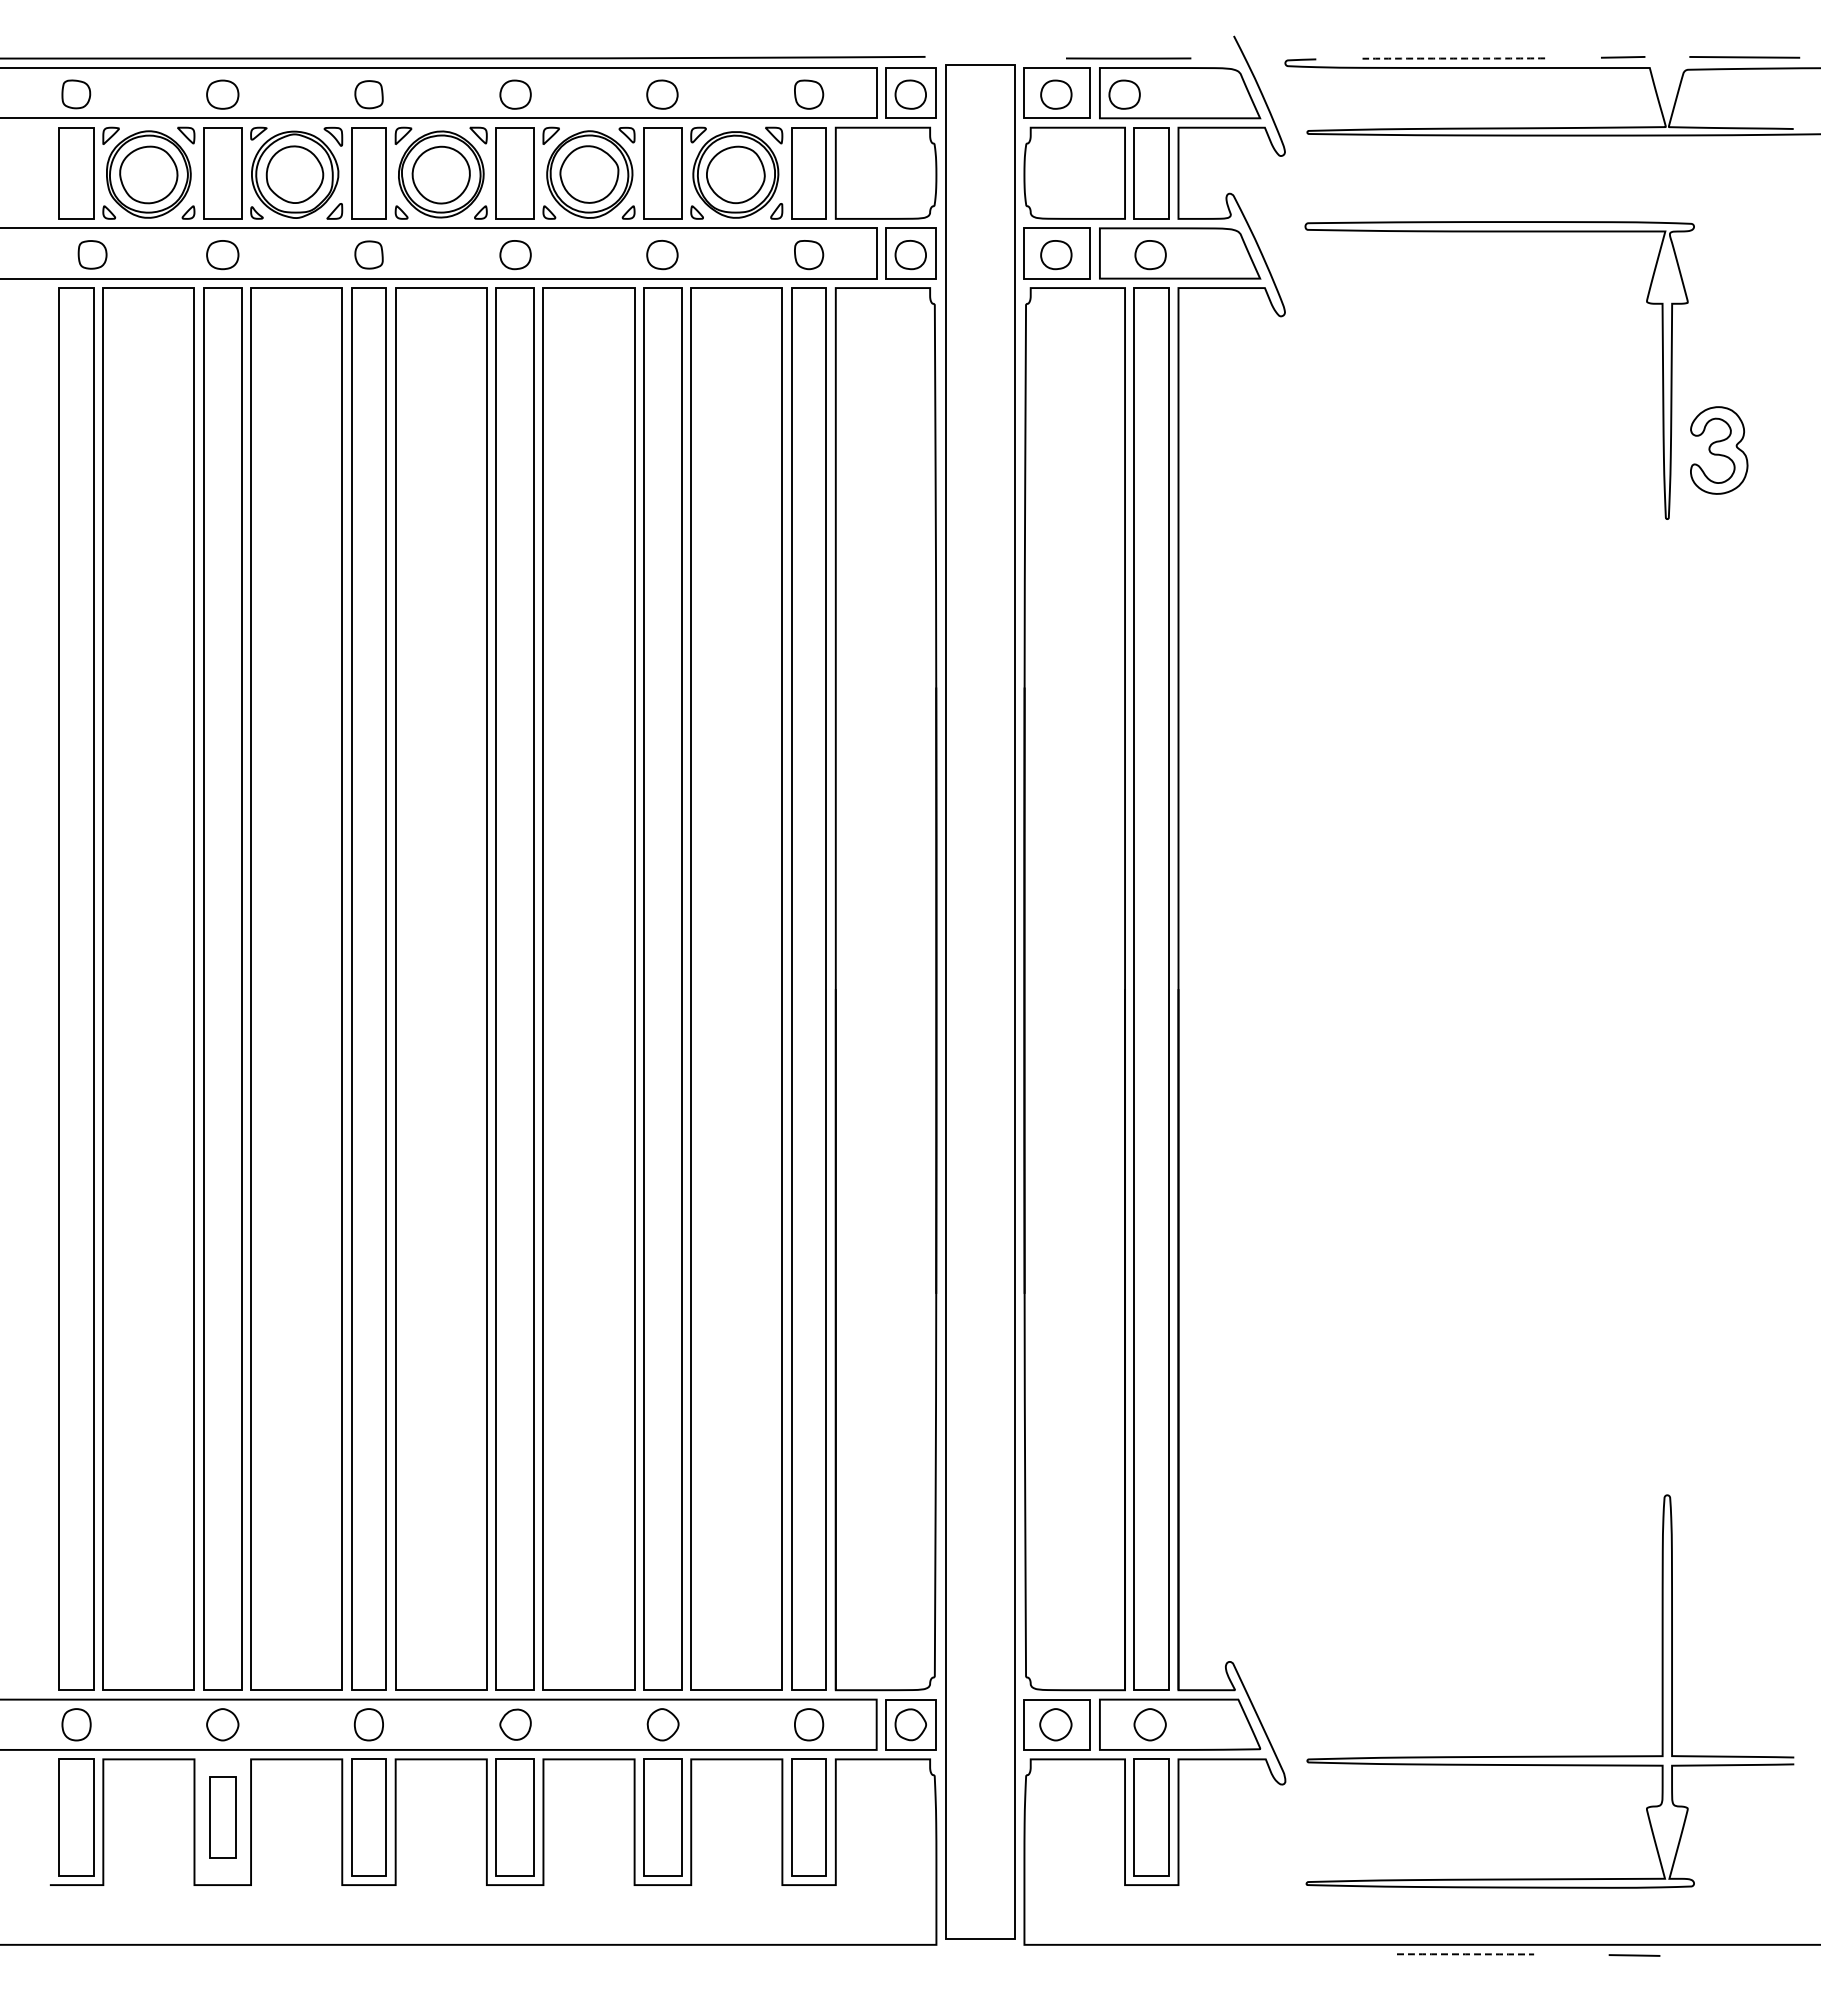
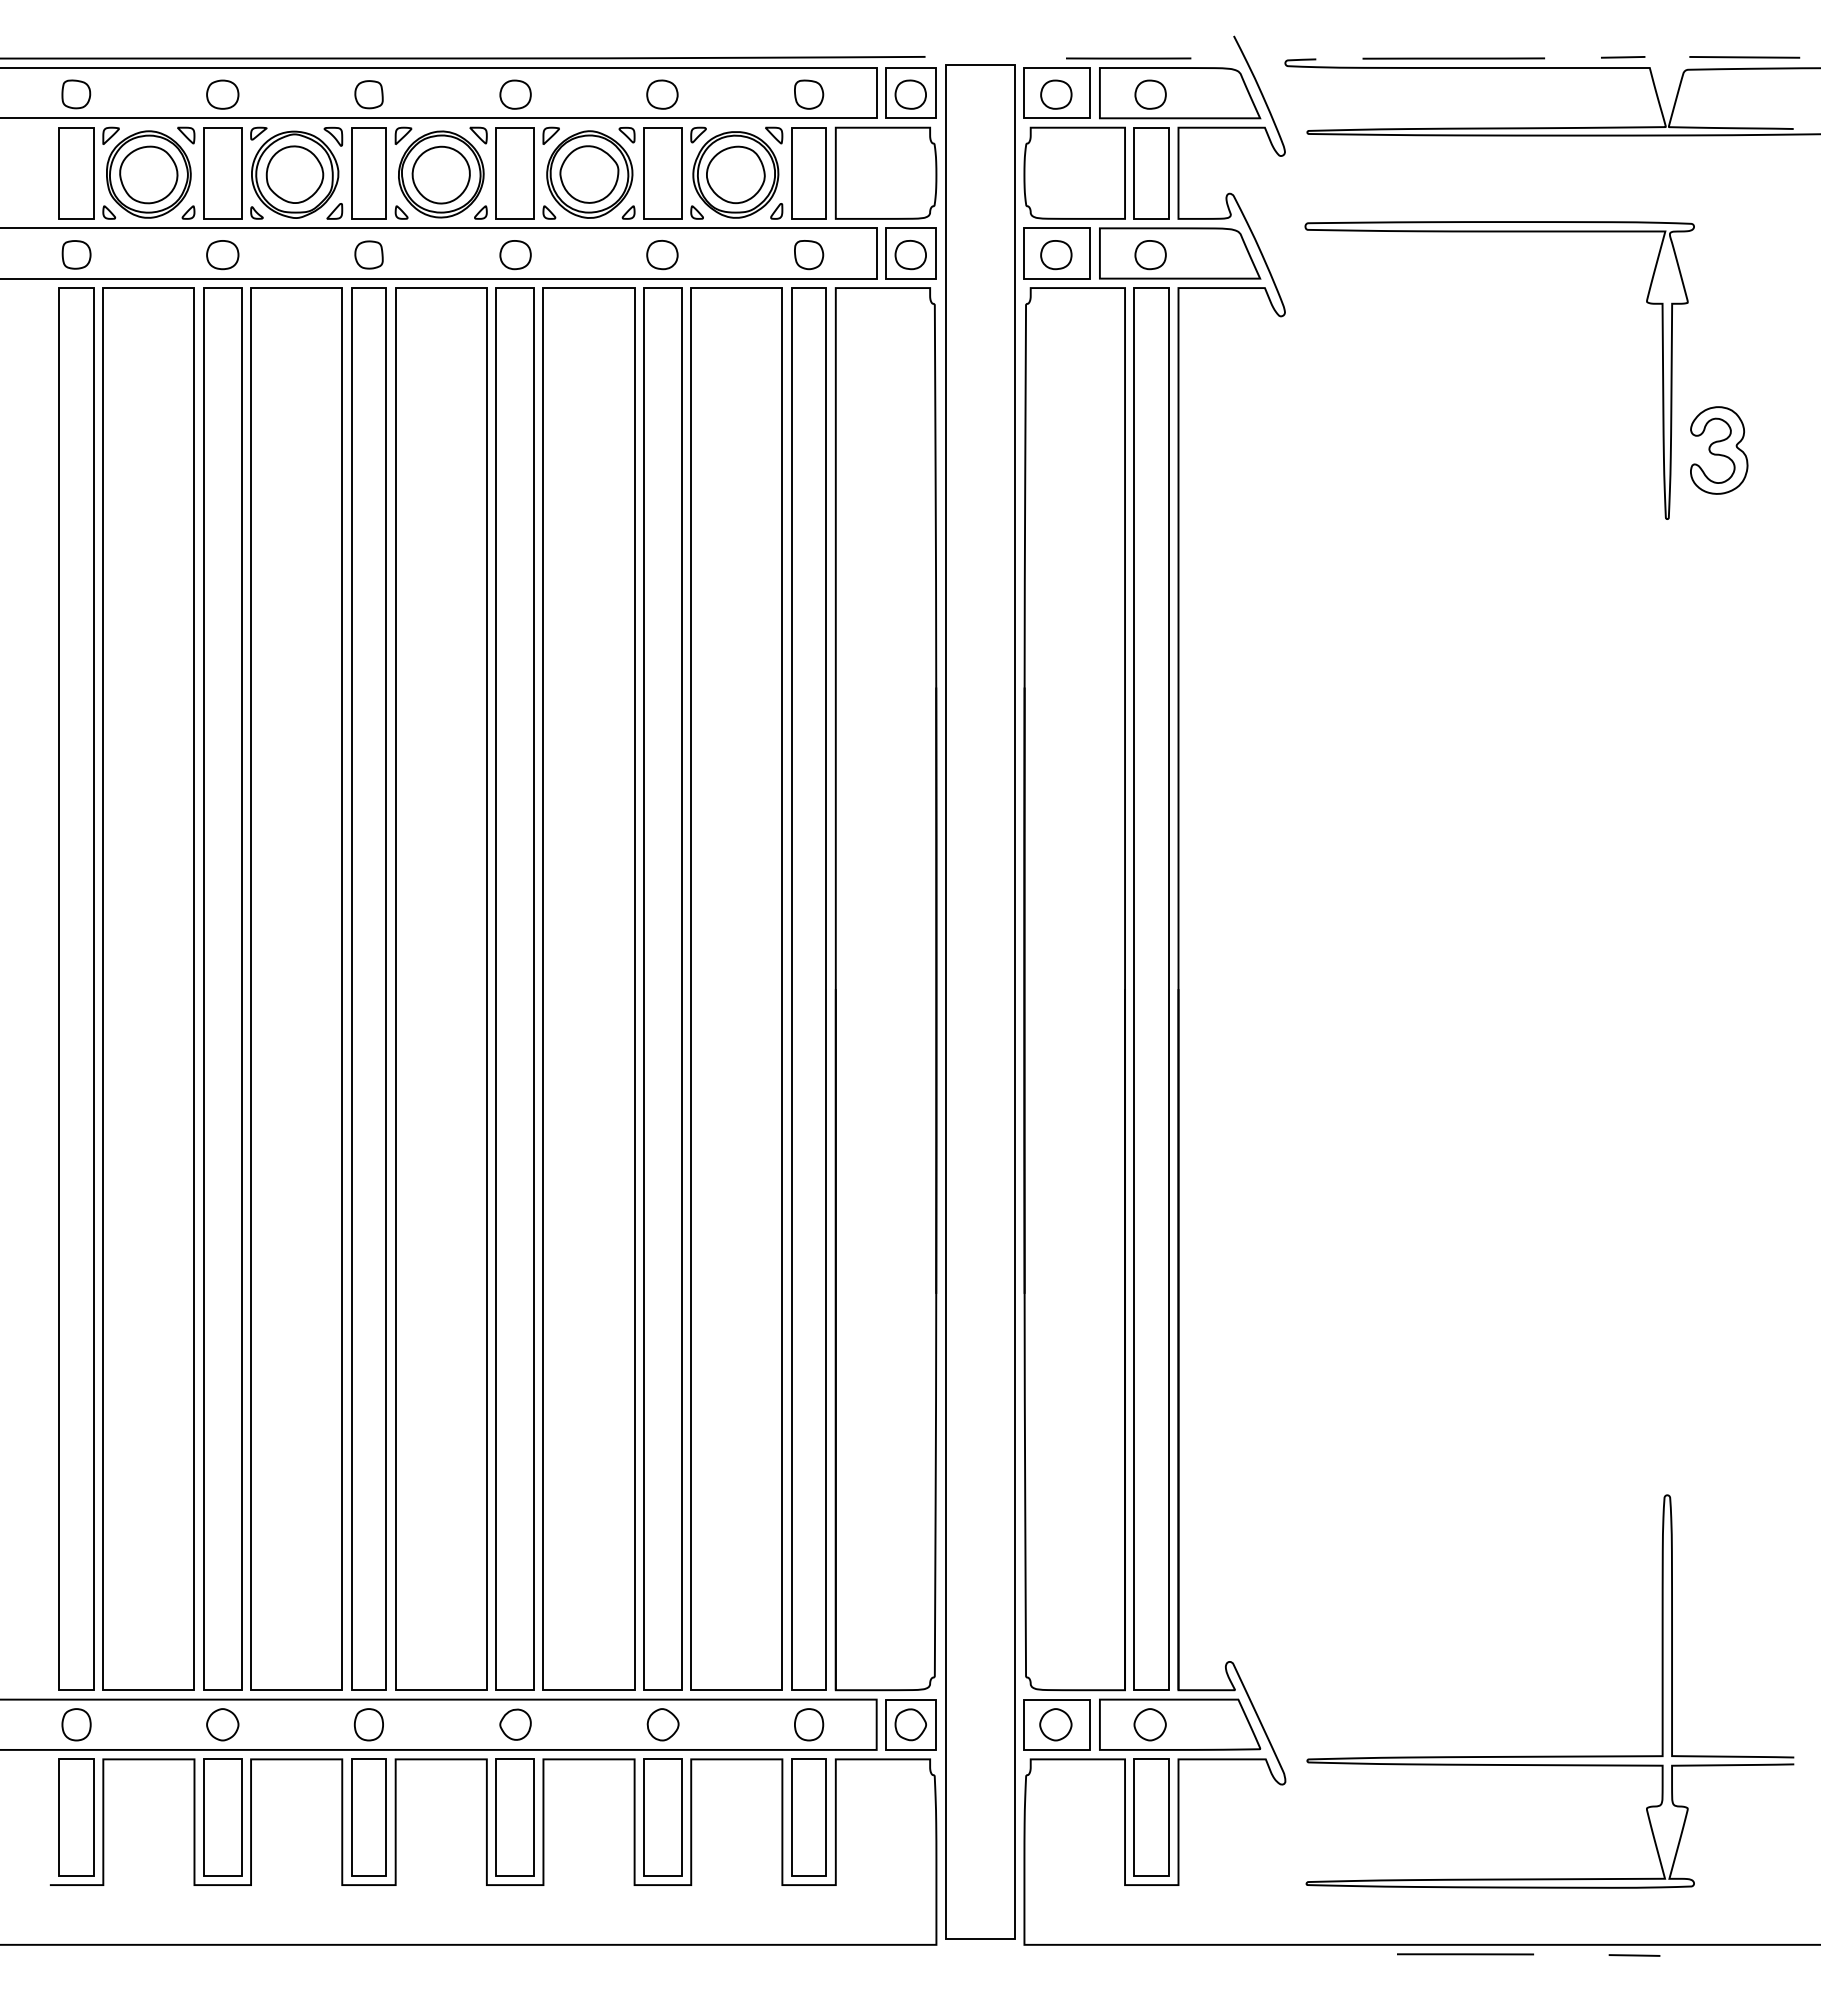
line at (1454, 58): dashed -> solid
part at (1124, 94) position: (1124, 94) -> (1150, 94)
part at (92, 254) position: (92, 254) -> (76, 254)
part at (222, 1817) size: 28x83 px -> 40x119 px
line at (1465, 1954): dashed -> solid
